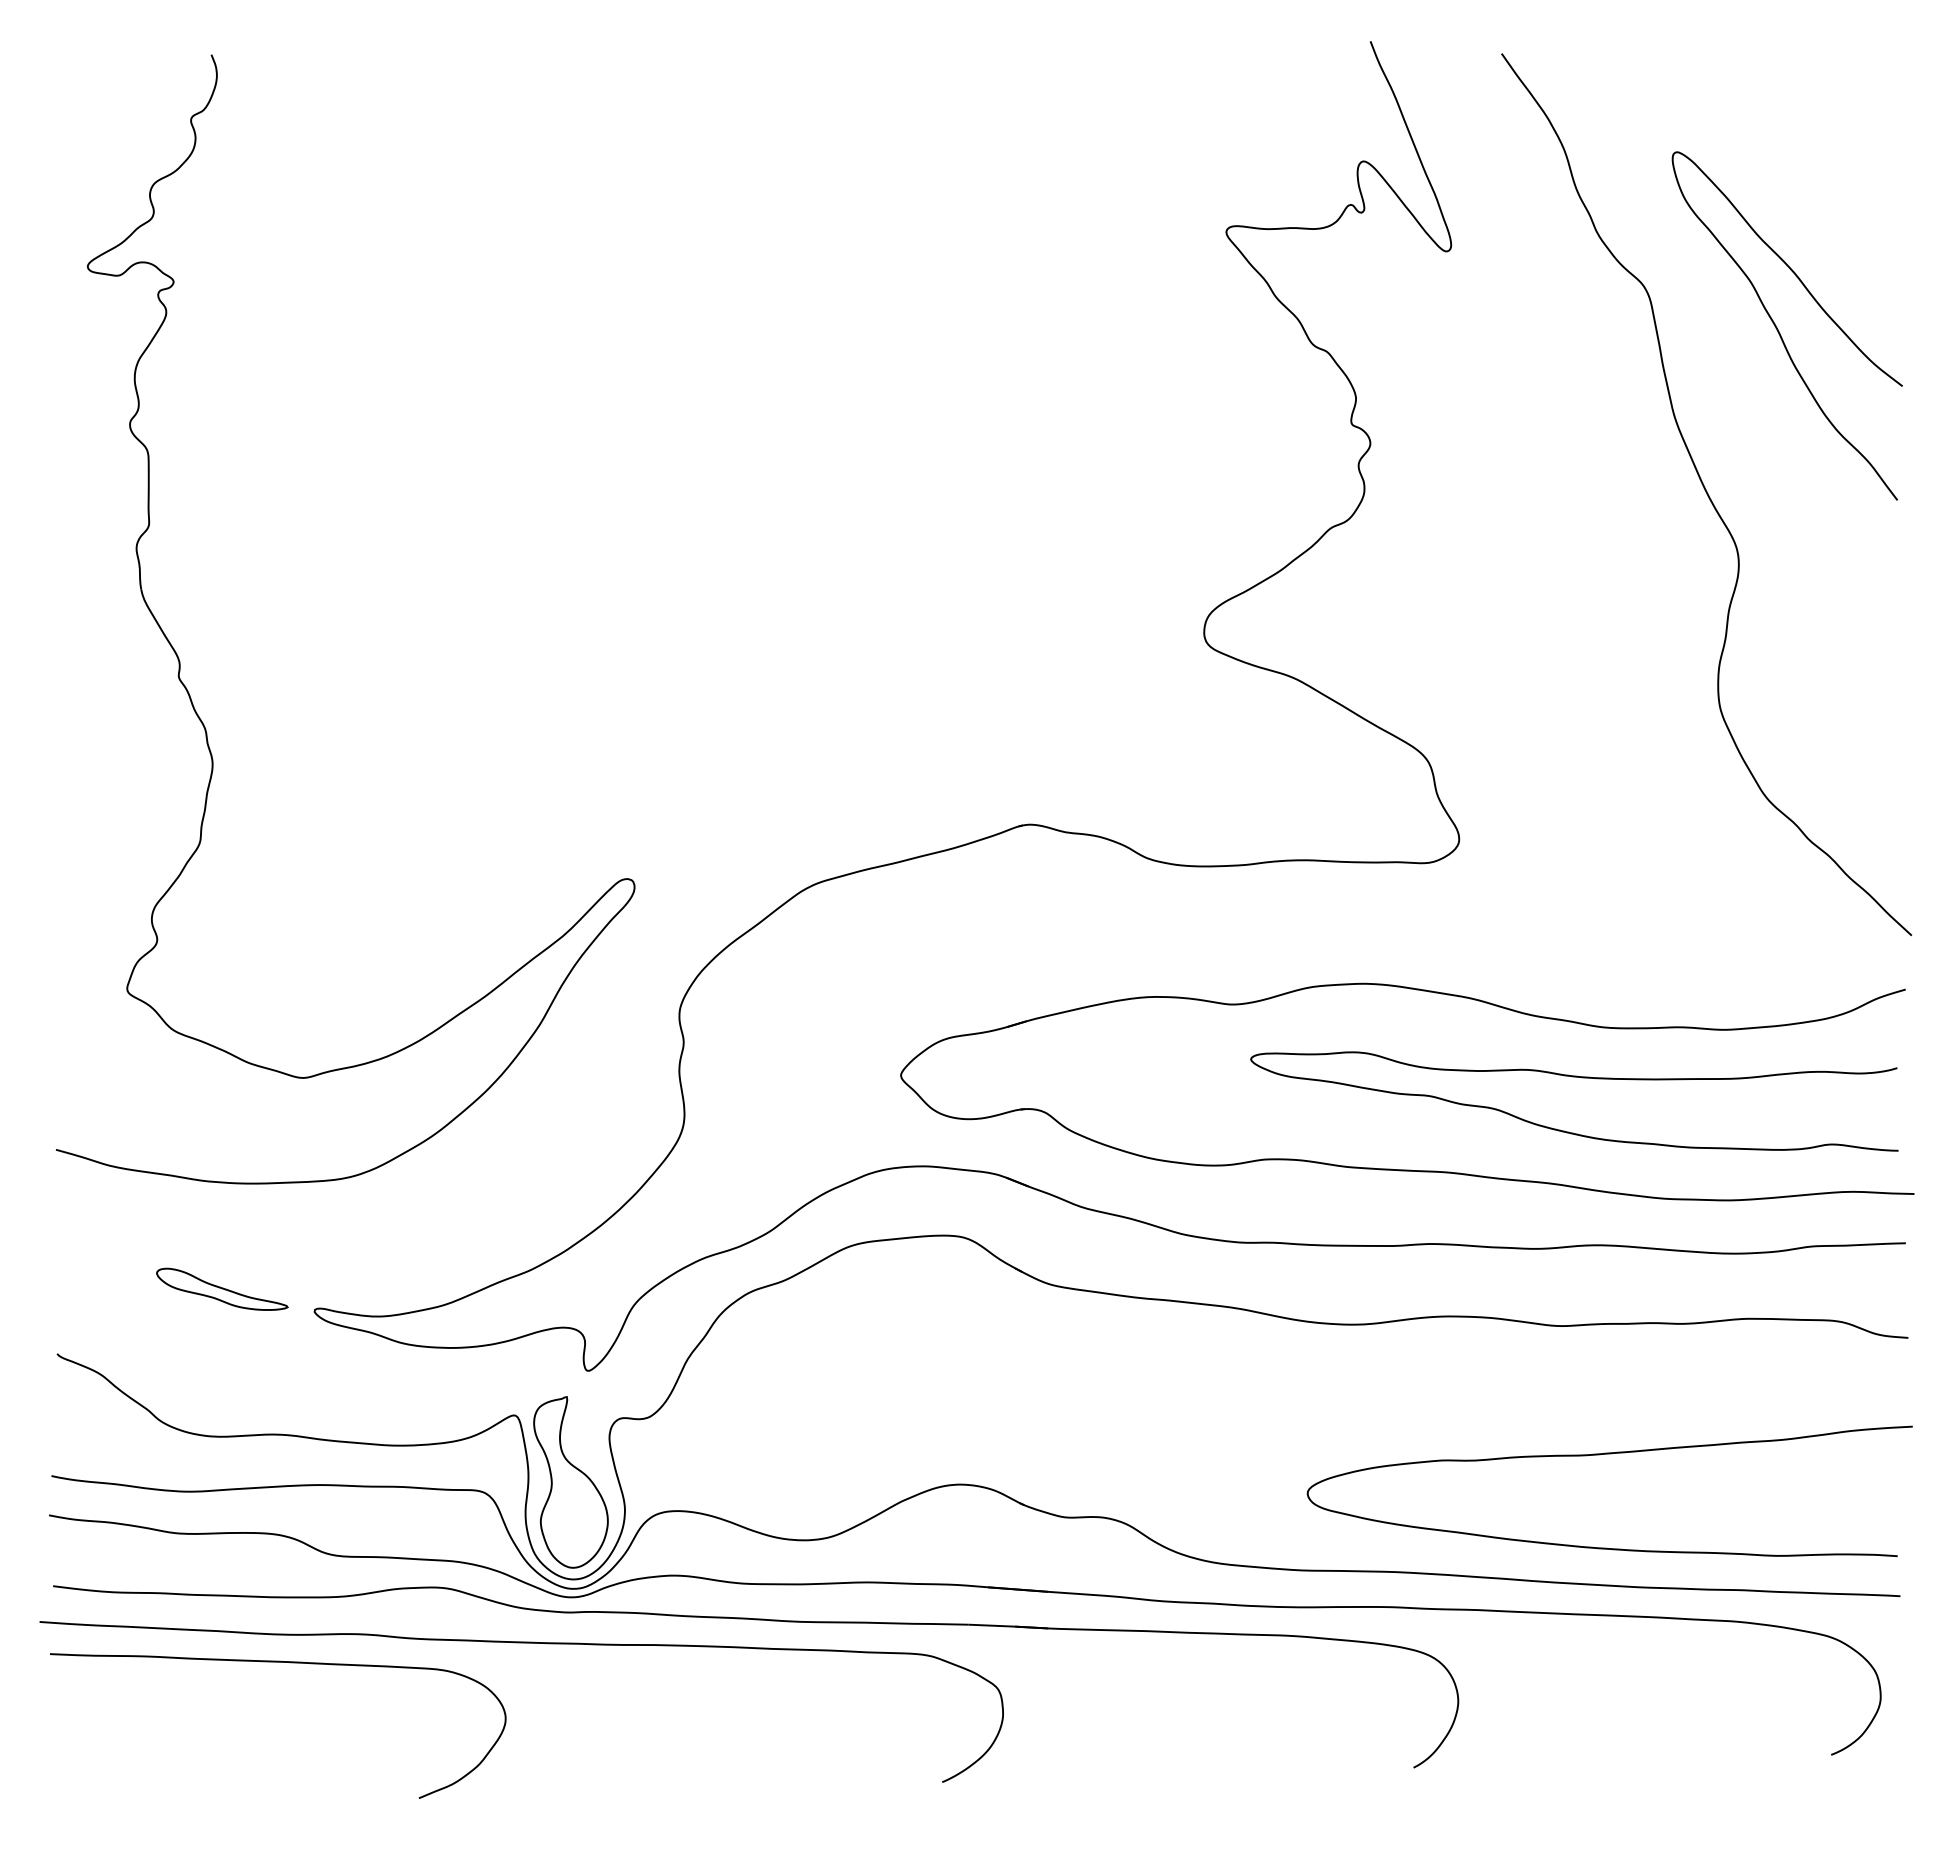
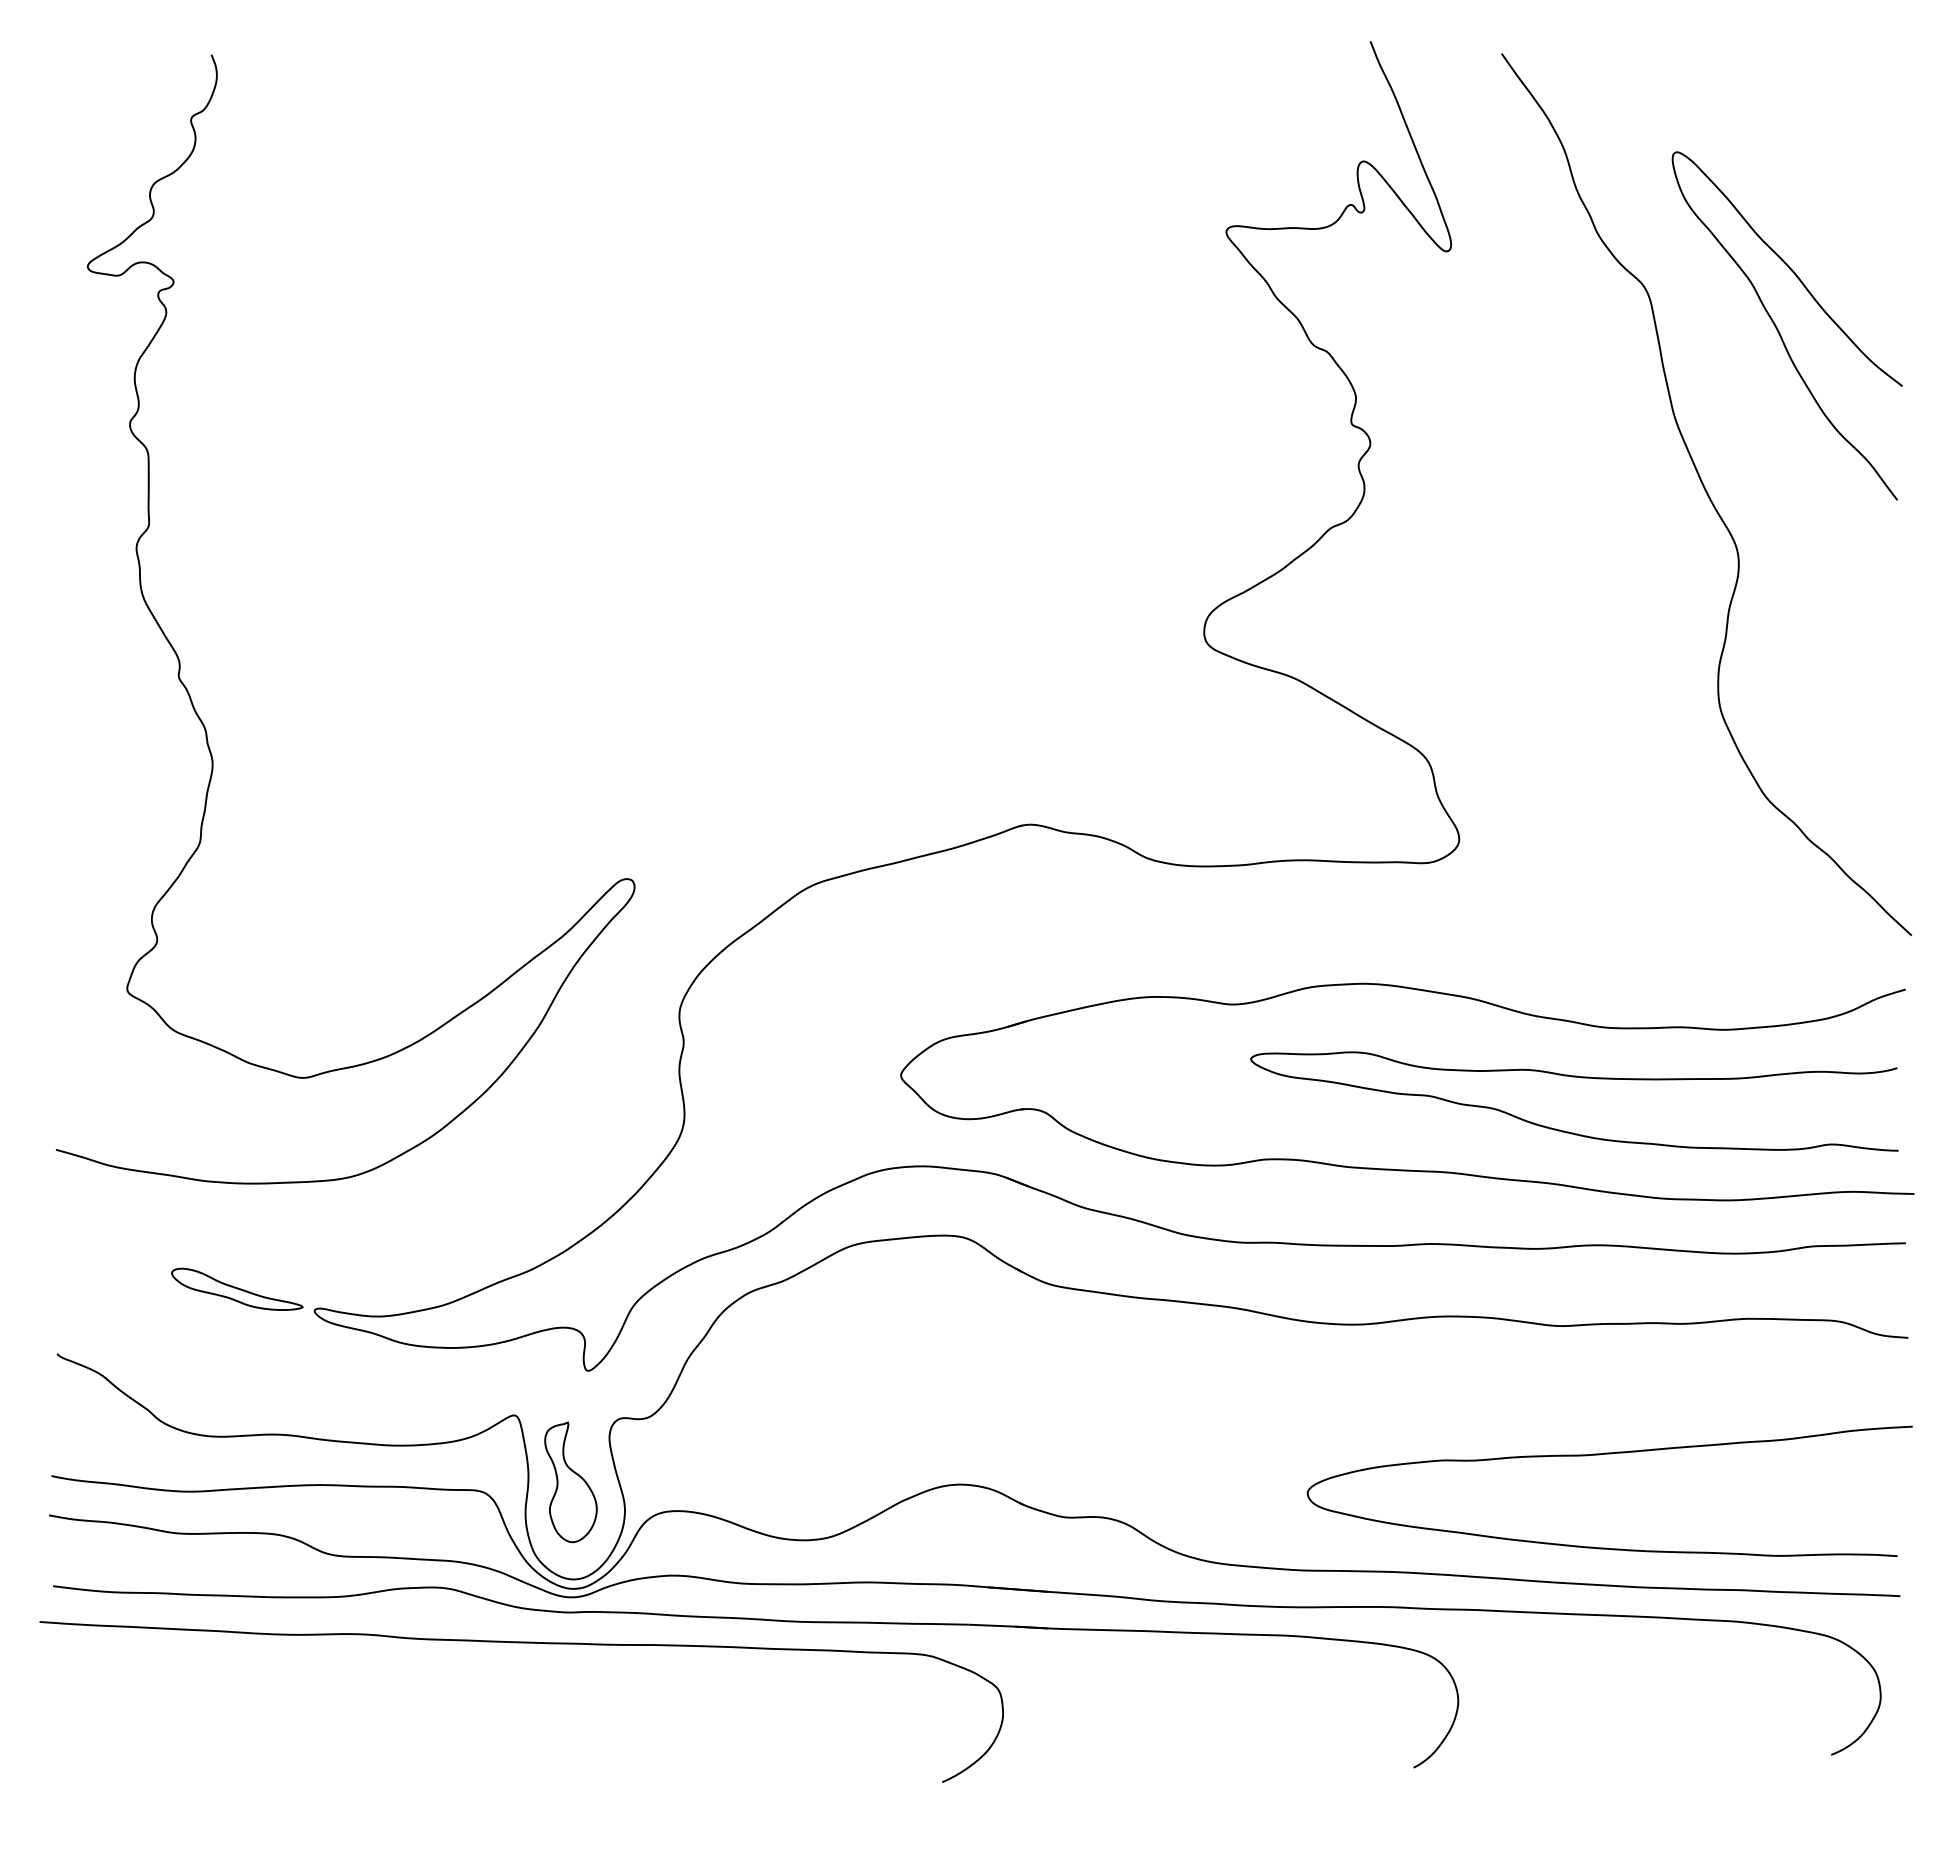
part at (222, 1288) position: (222, 1288) -> (237, 1288)
part at (570, 1482) size: 76x173 px -> 54x123 px
curve at (278, 1662): present -> none
